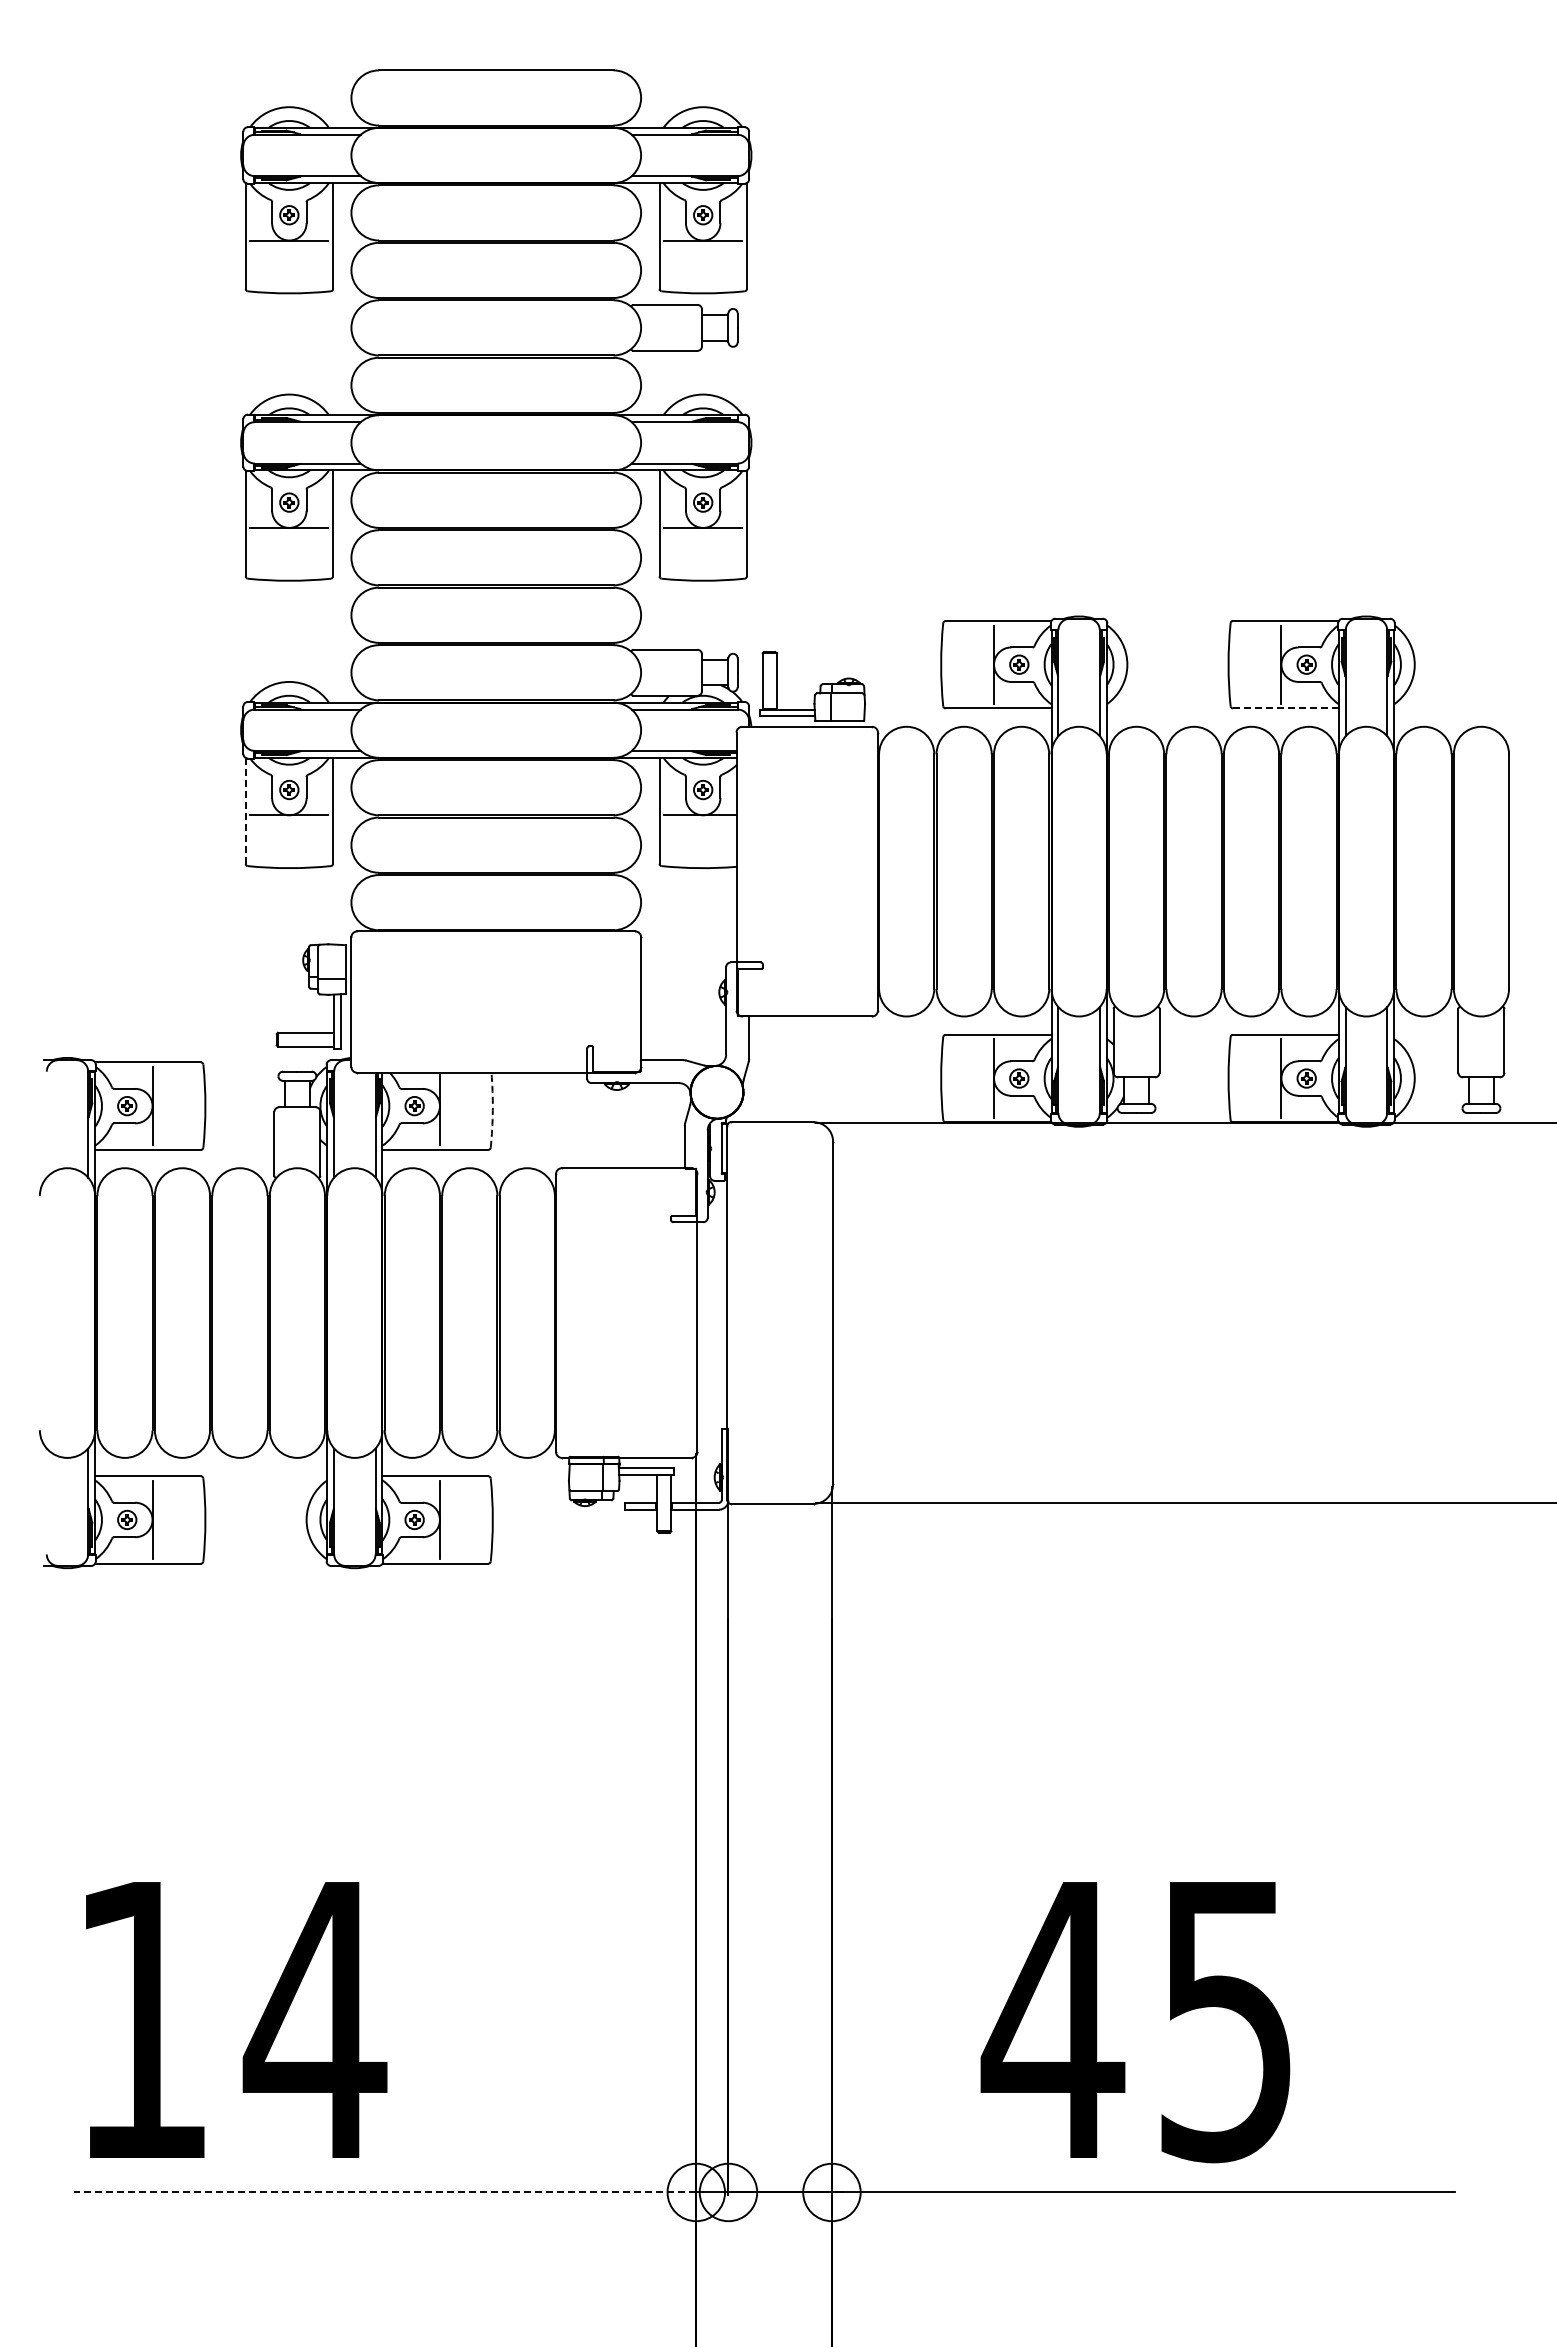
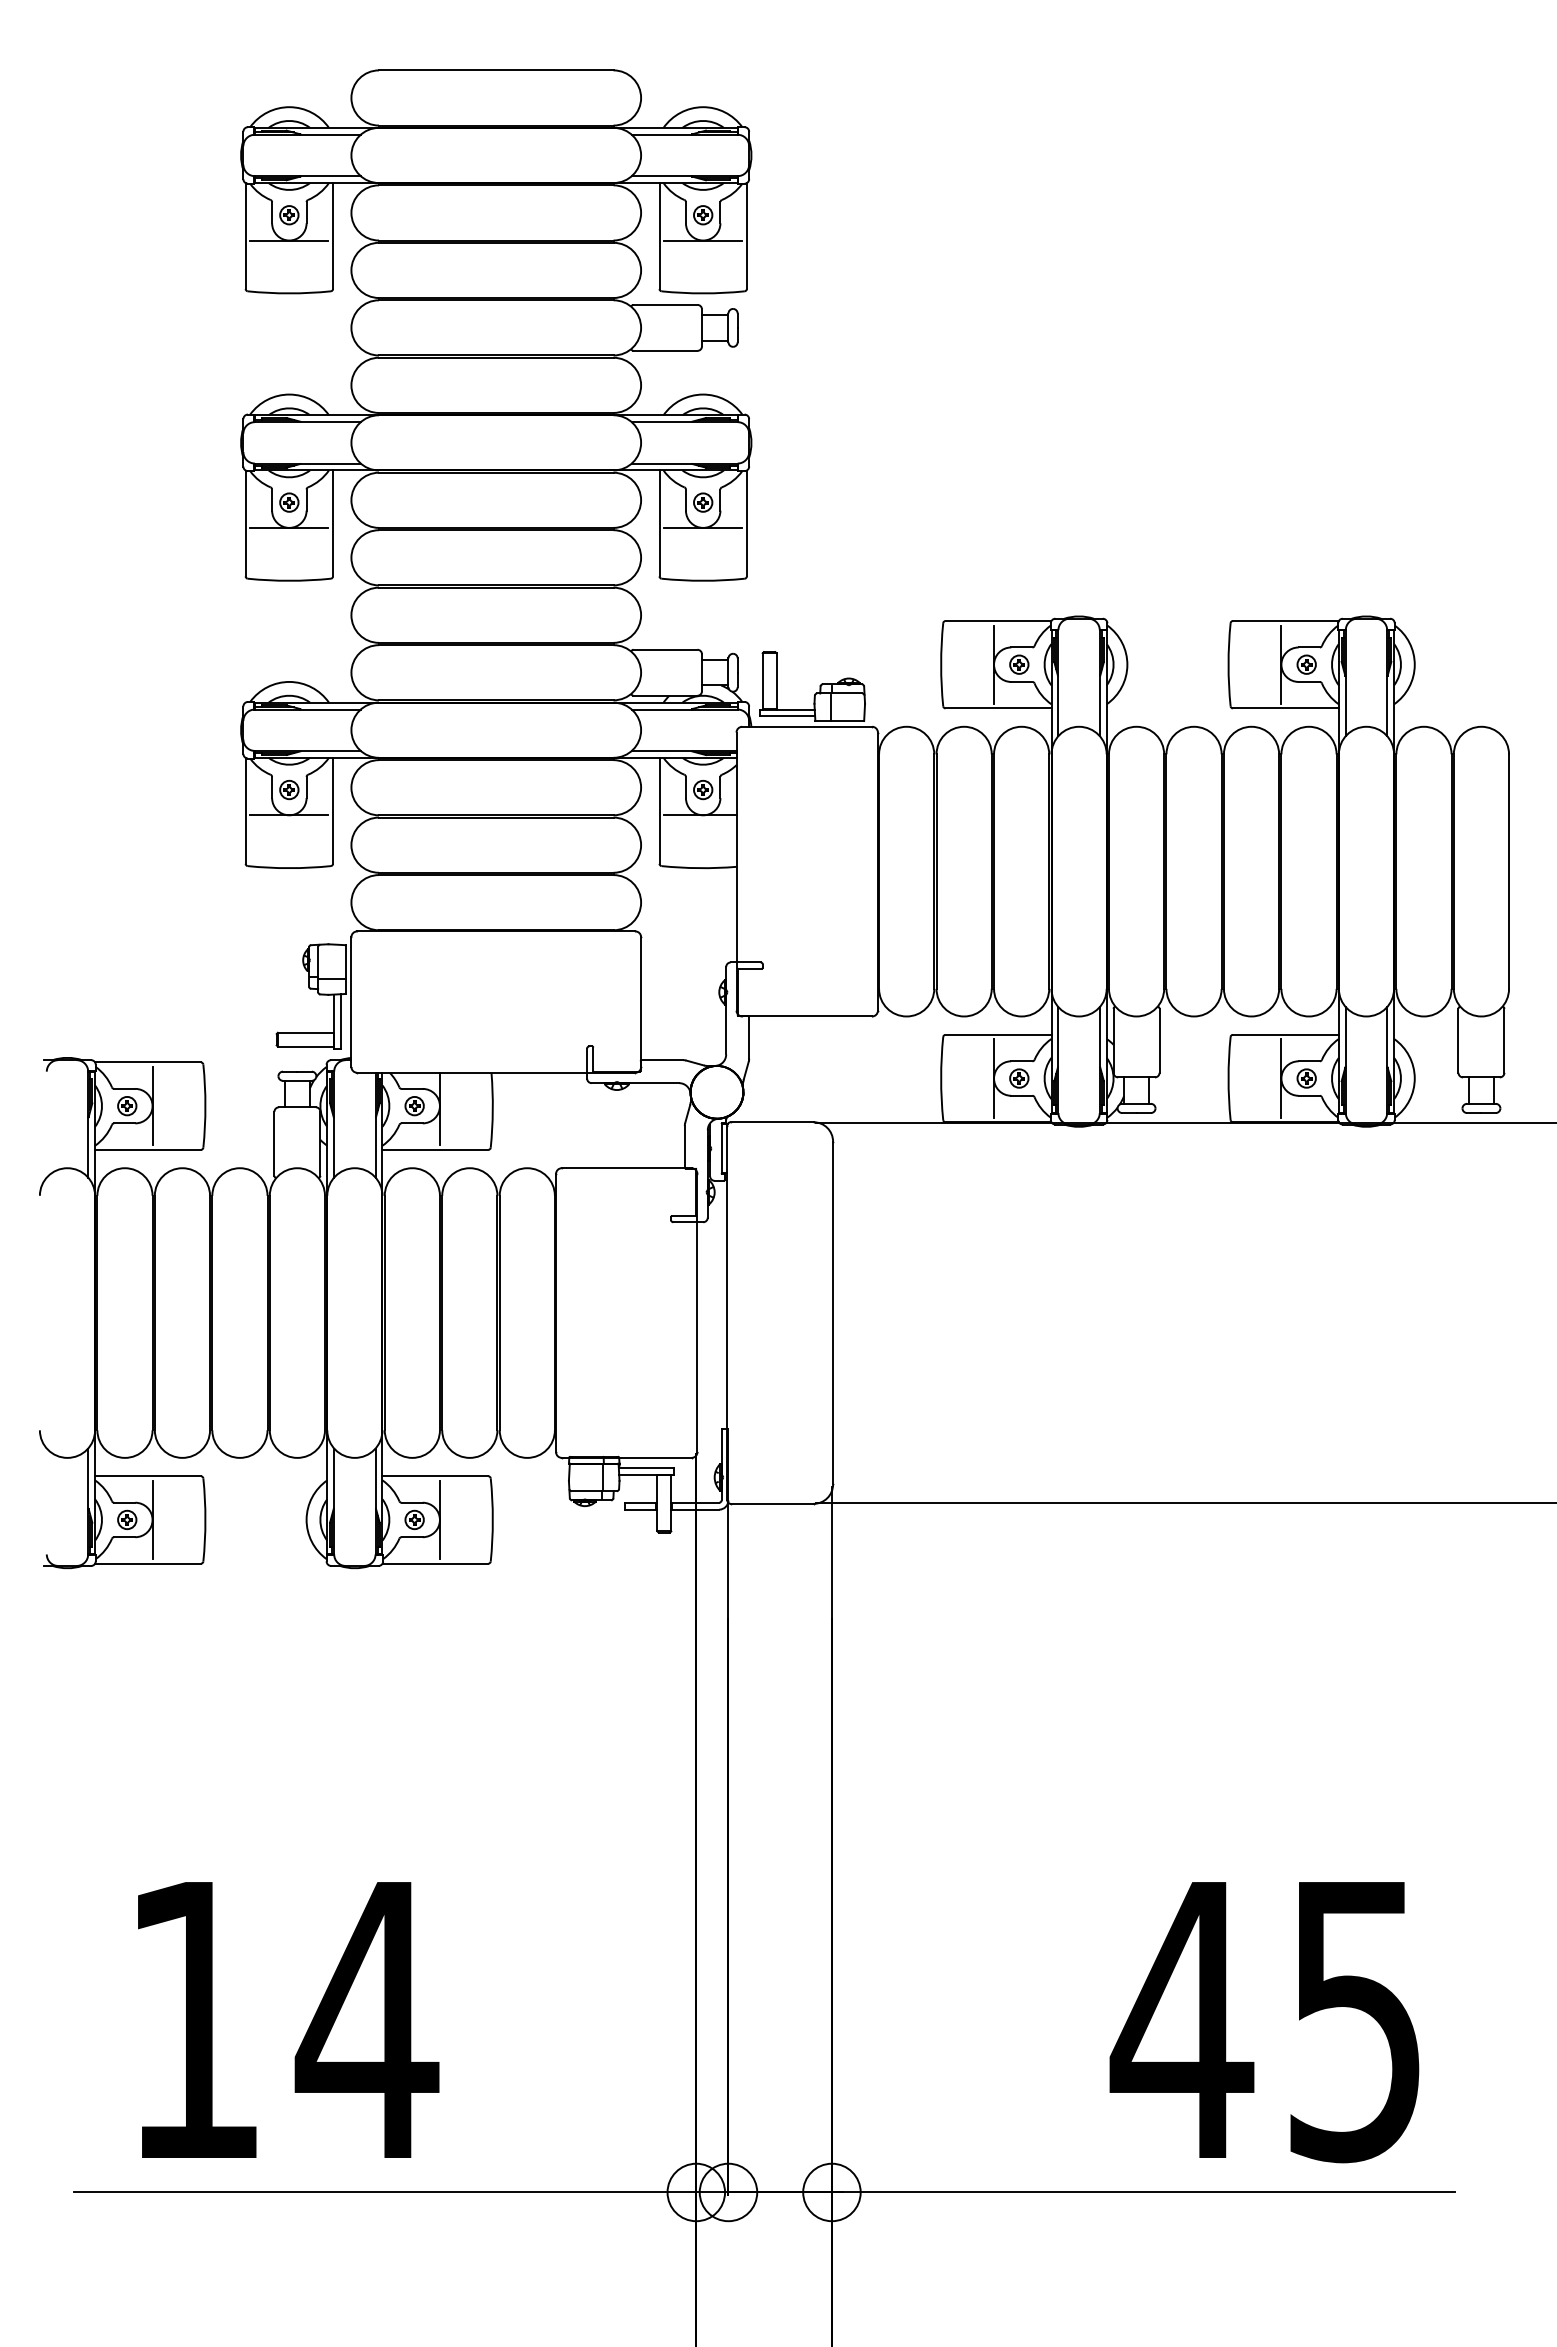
line at (1285, 708): dashed -> solid
line at (245, 810): dashed -> solid
arc at (492, 1110): dashed -> solid
text at (236, 2019) position: (236, 2019) -> (288, 2019)
text at (1135, 2022) position: (1135, 2022) -> (1264, 2022)
line at (384, 2192): dashed -> solid
